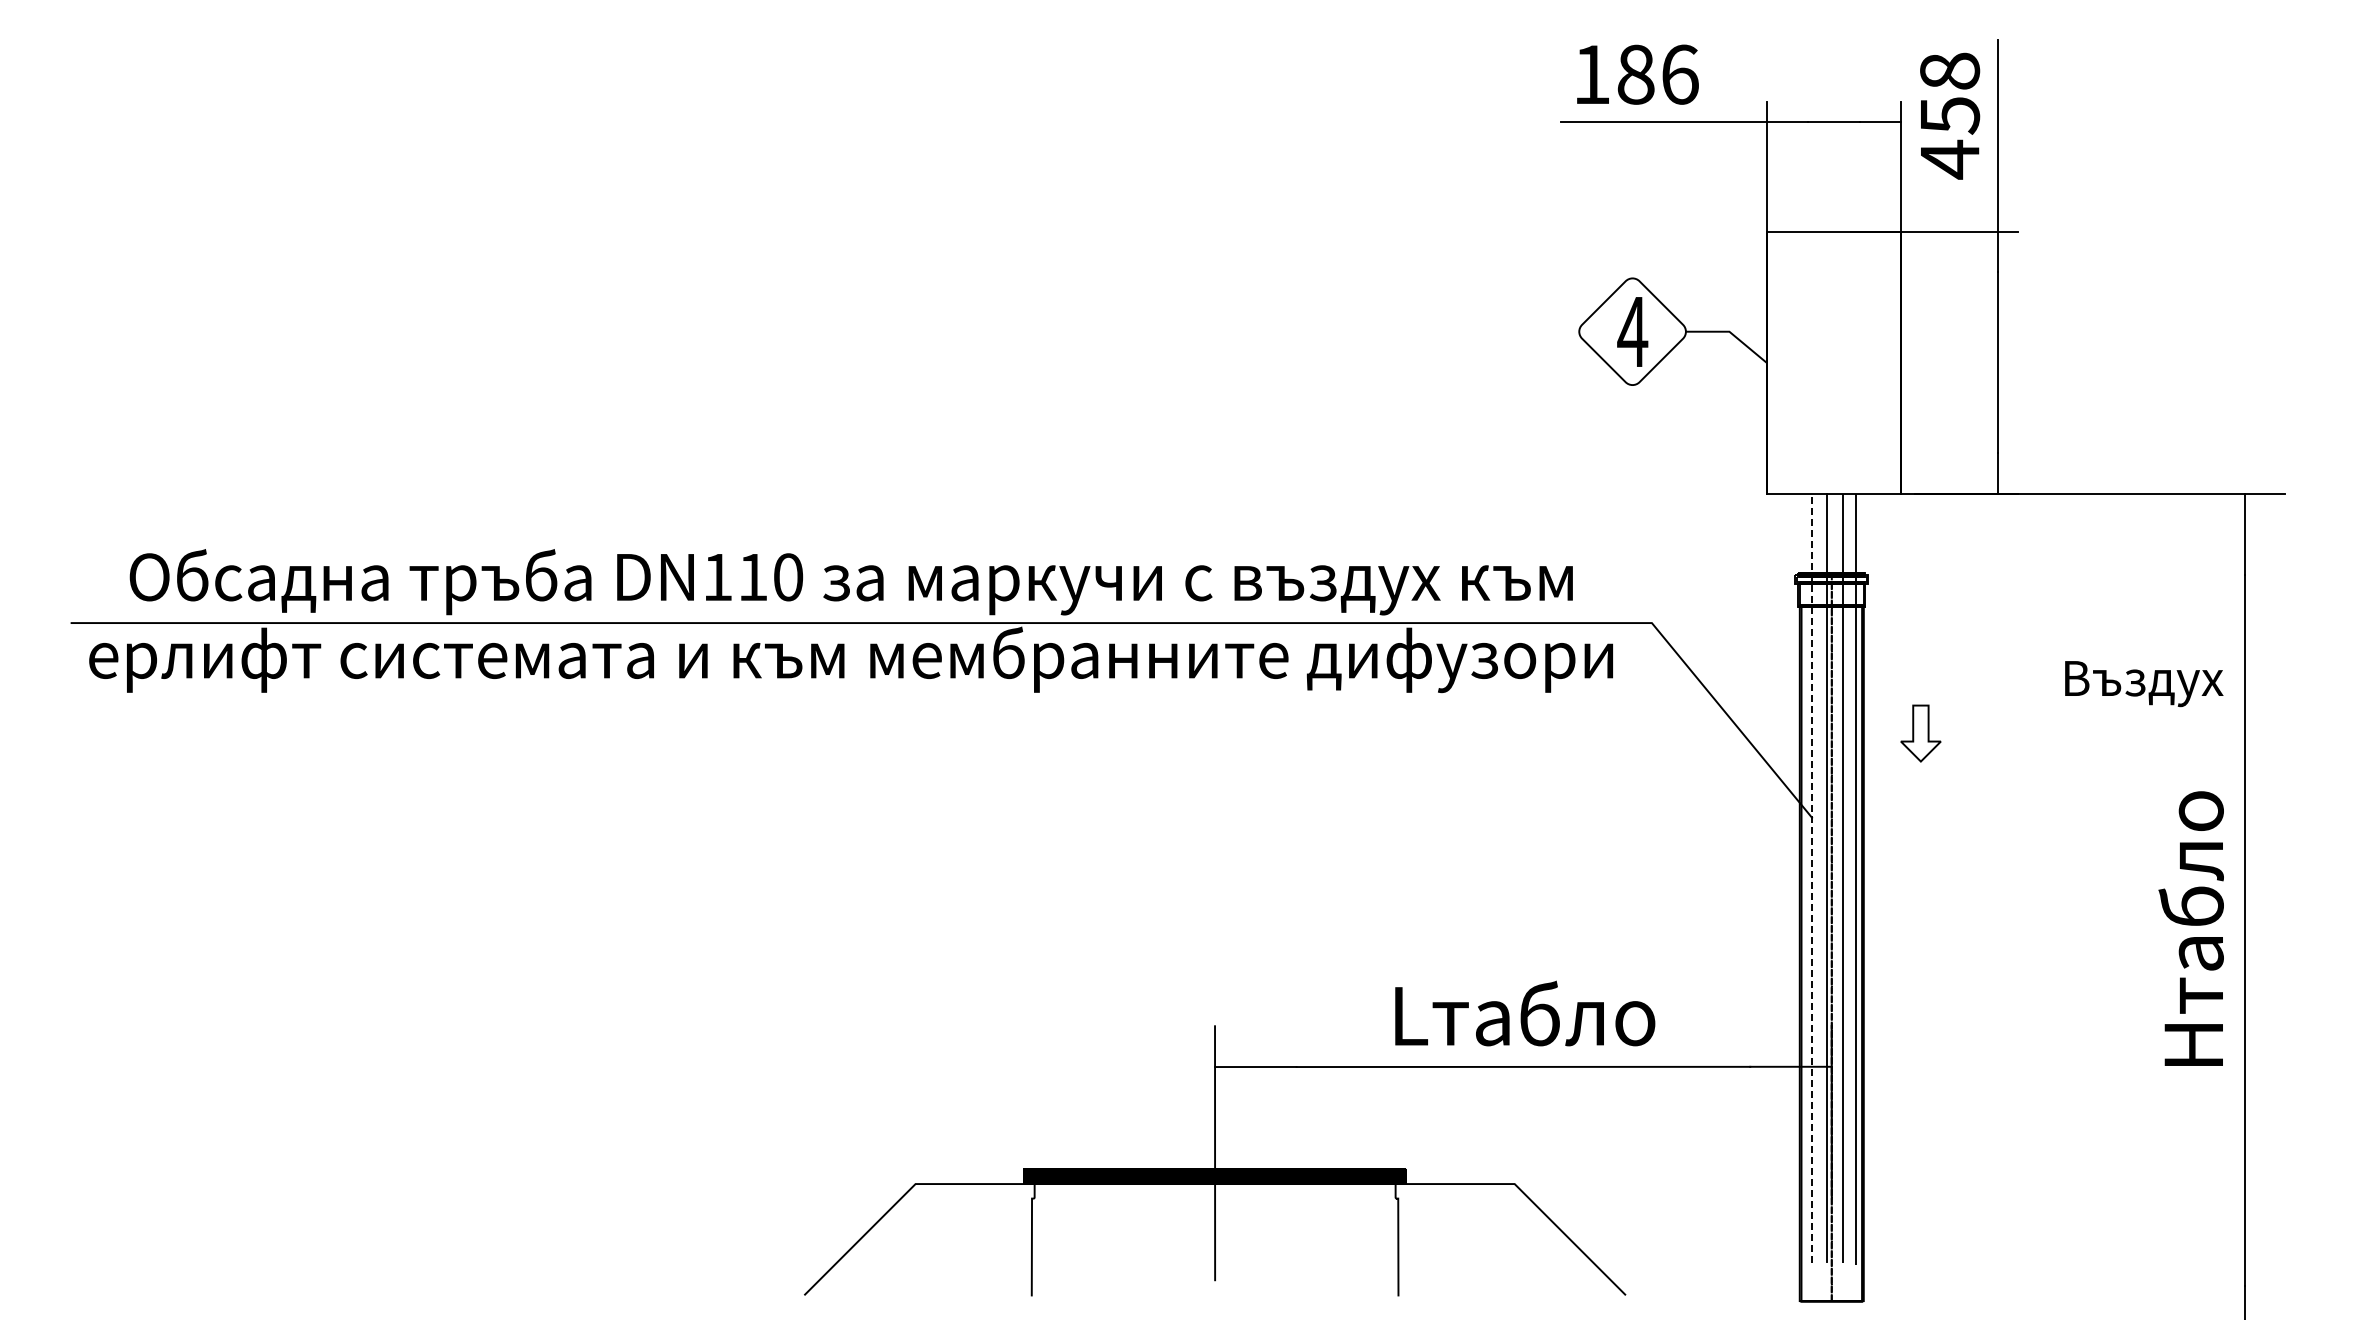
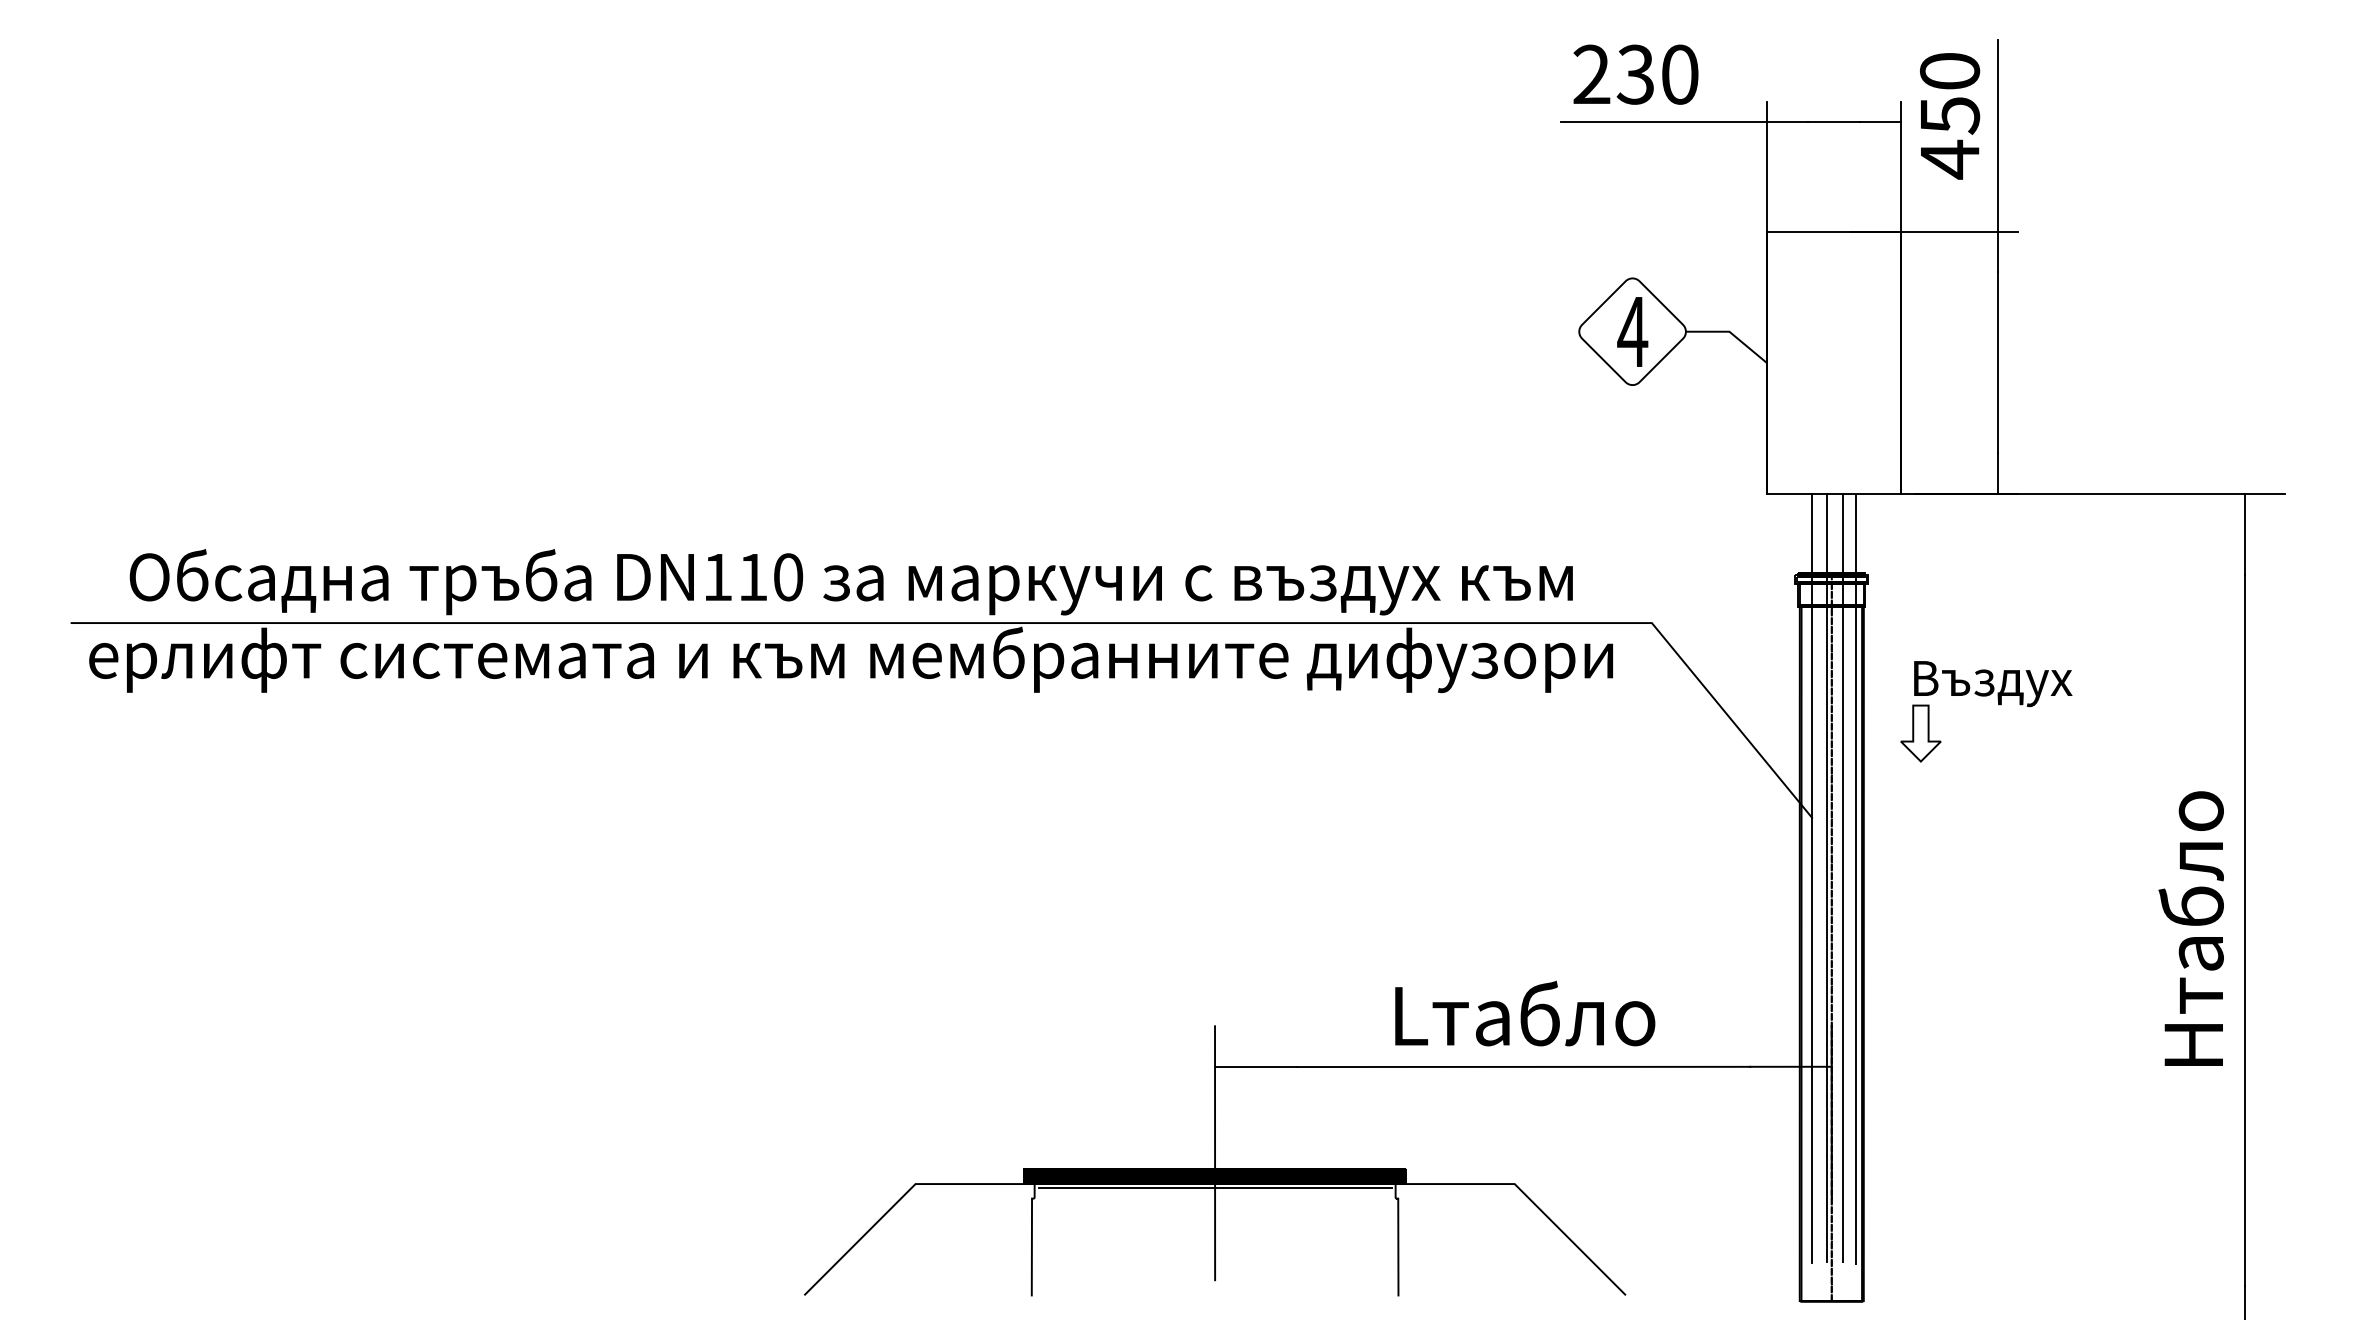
text at (1949, 70): 458 -> 450
text at (1635, 74): 186 -> 230
text at (2144, 684) position: (2144, 684) -> (1993, 684)
line at (1811, 878): dashed -> solid
line at (1214, 1188): none -> present
